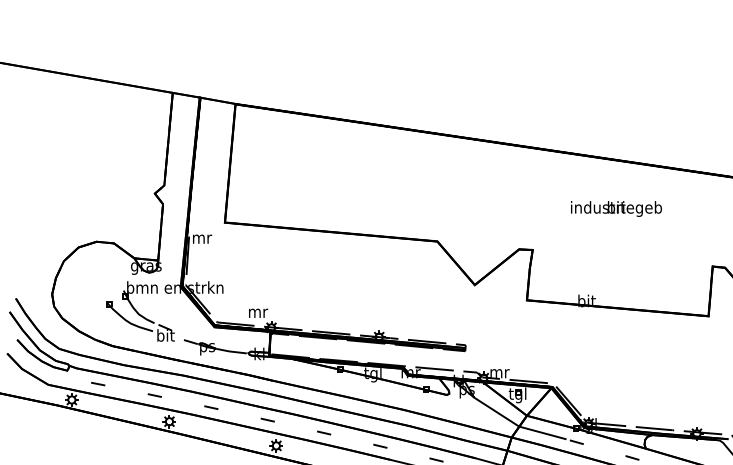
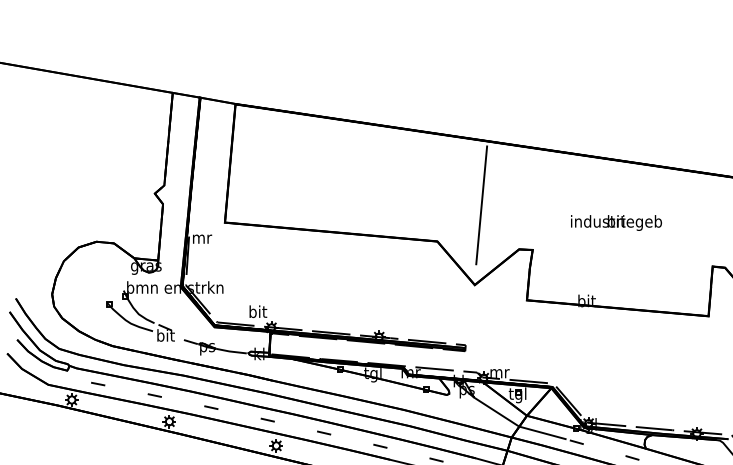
line at (481, 205): none -> present
text at (616, 208) position: (616, 208) -> (616, 222)
text at (258, 311): mr -> bit
